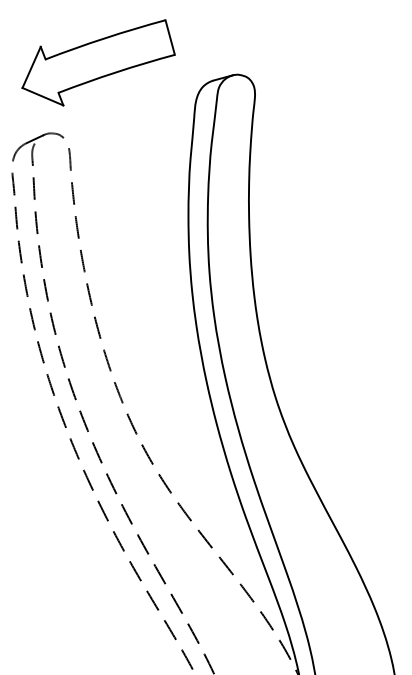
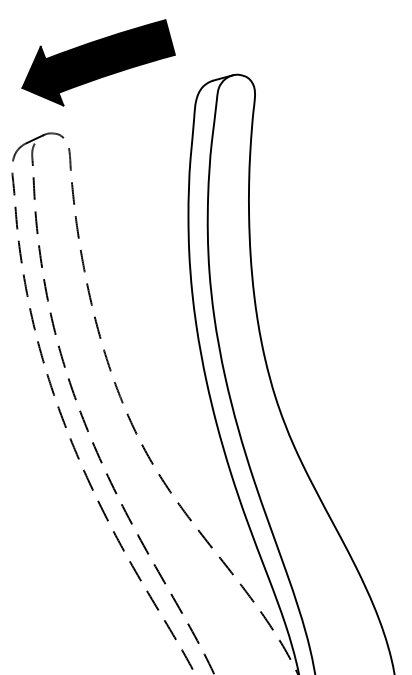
fill at (98, 62): none -> present
